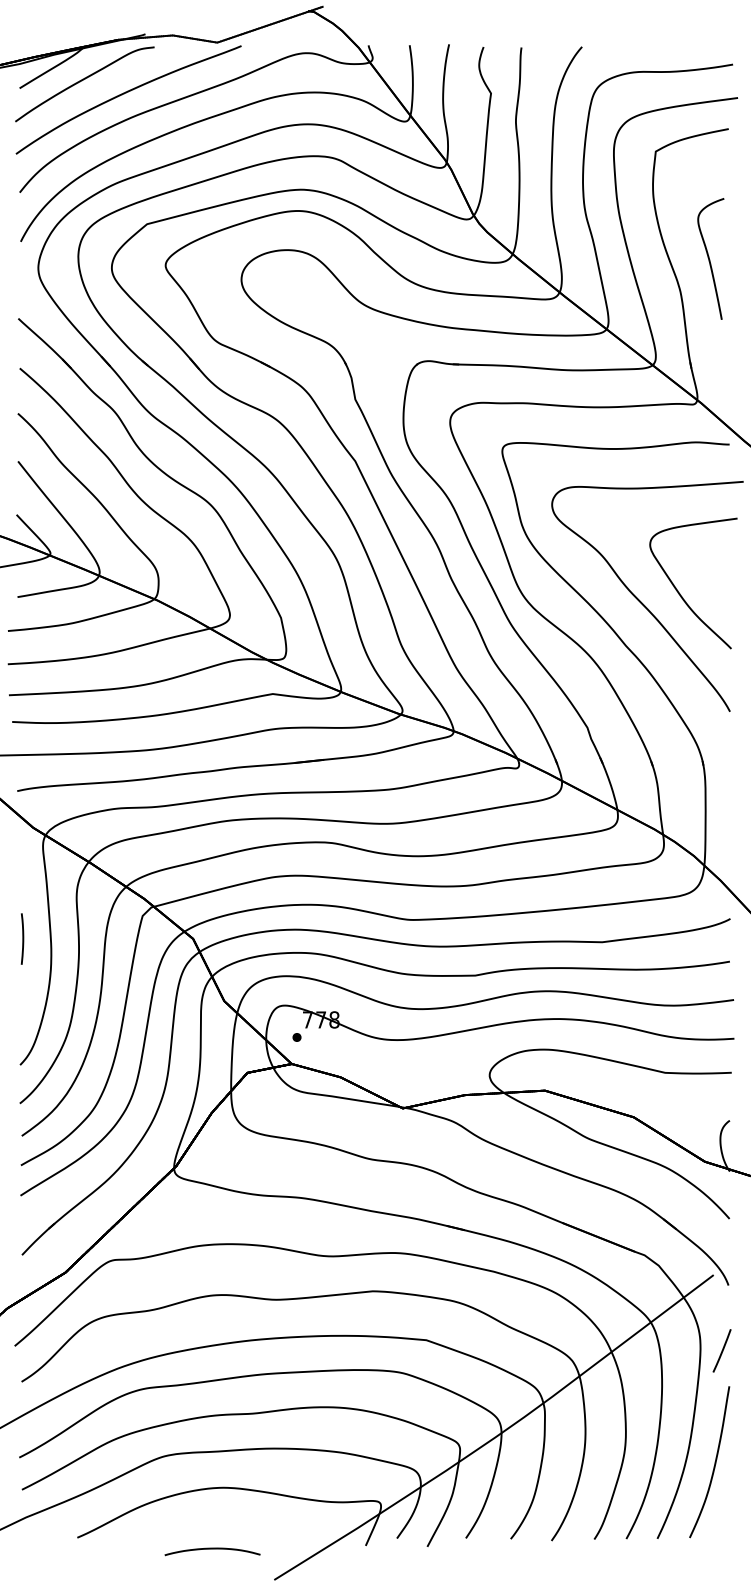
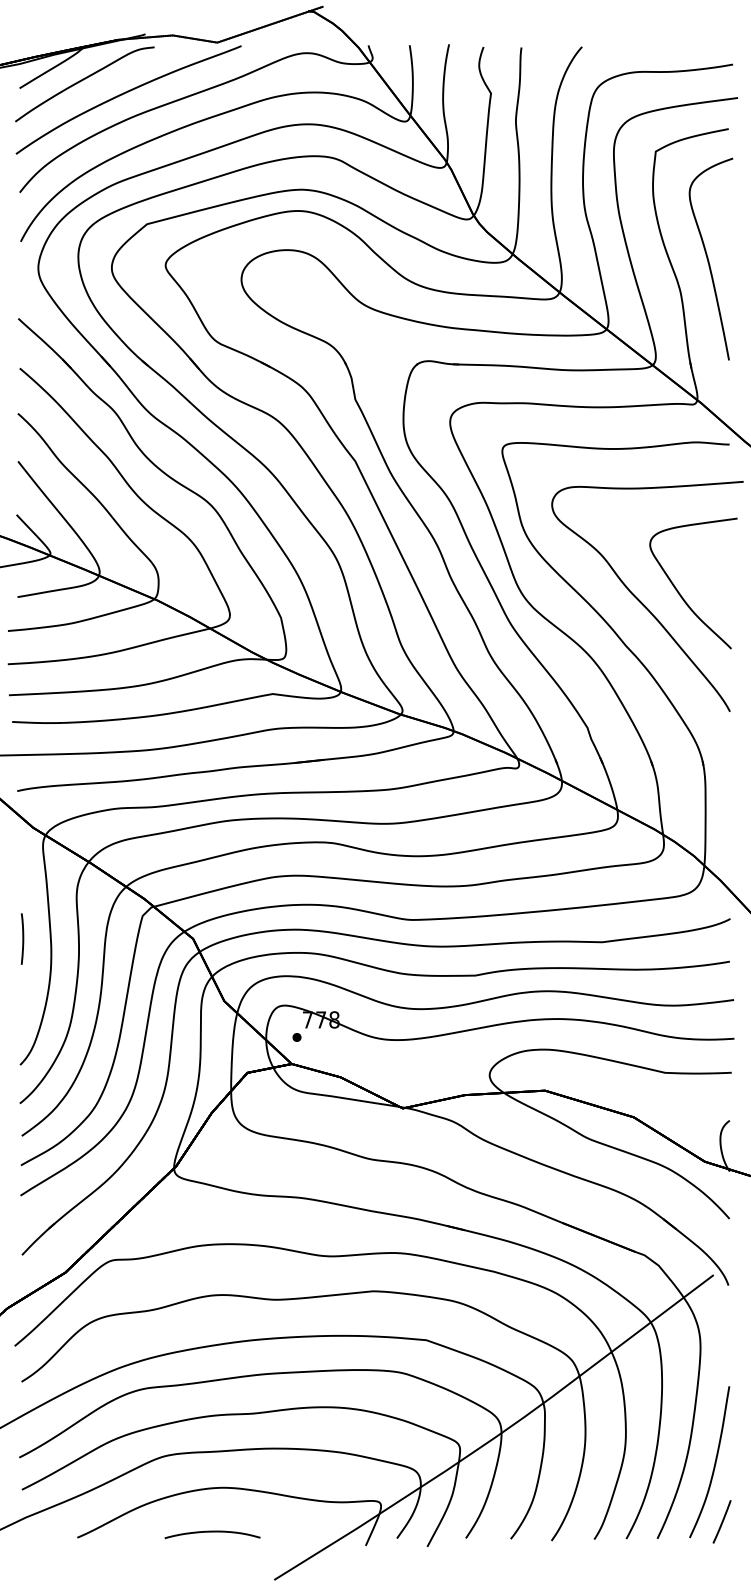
part at (710, 258) size: 28x122 px -> 46x204 px
line at (721, 1350) position: (721, 1350) -> (721, 1521)
part at (212, 1551) position: (212, 1551) -> (212, 1534)
